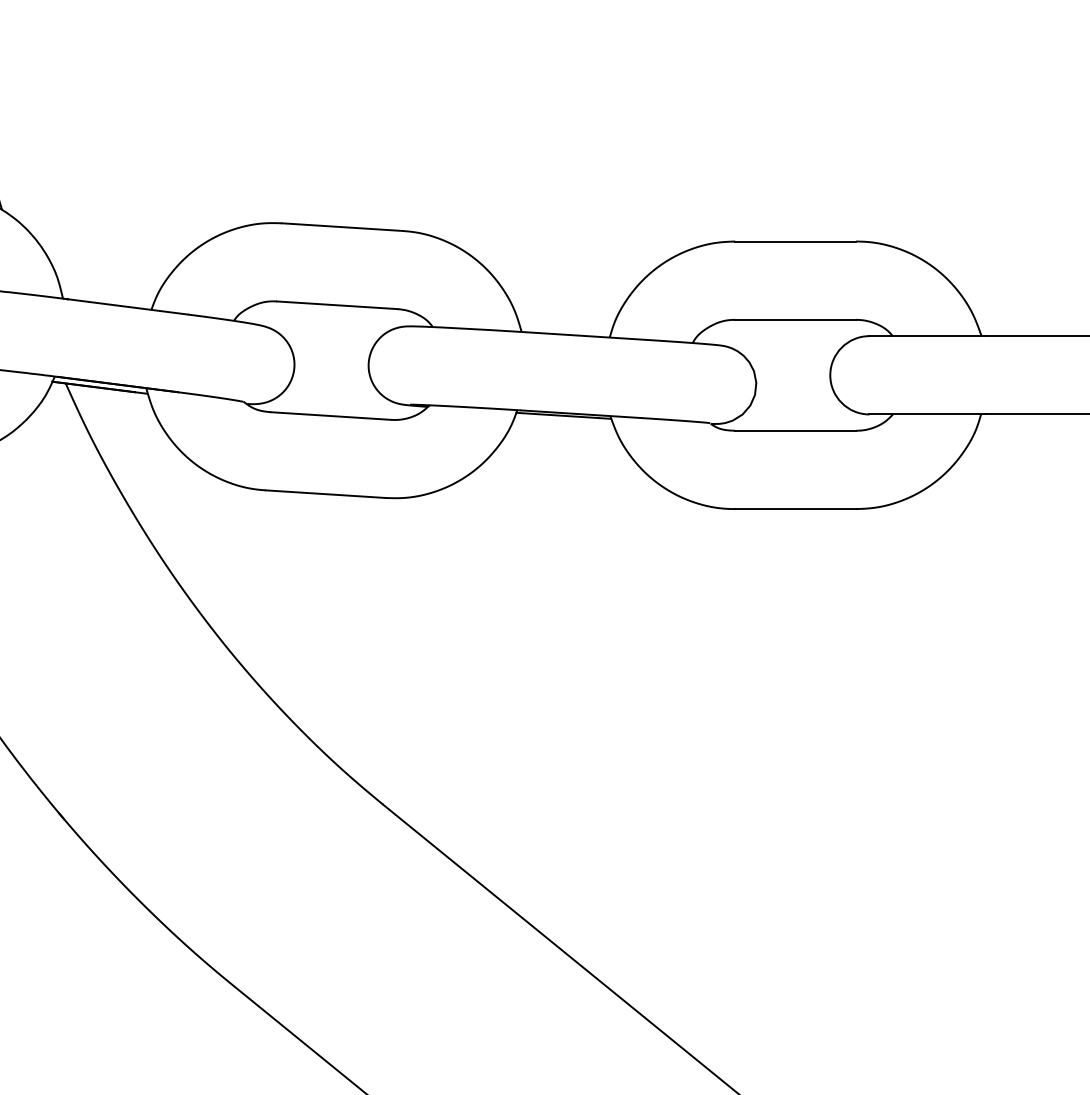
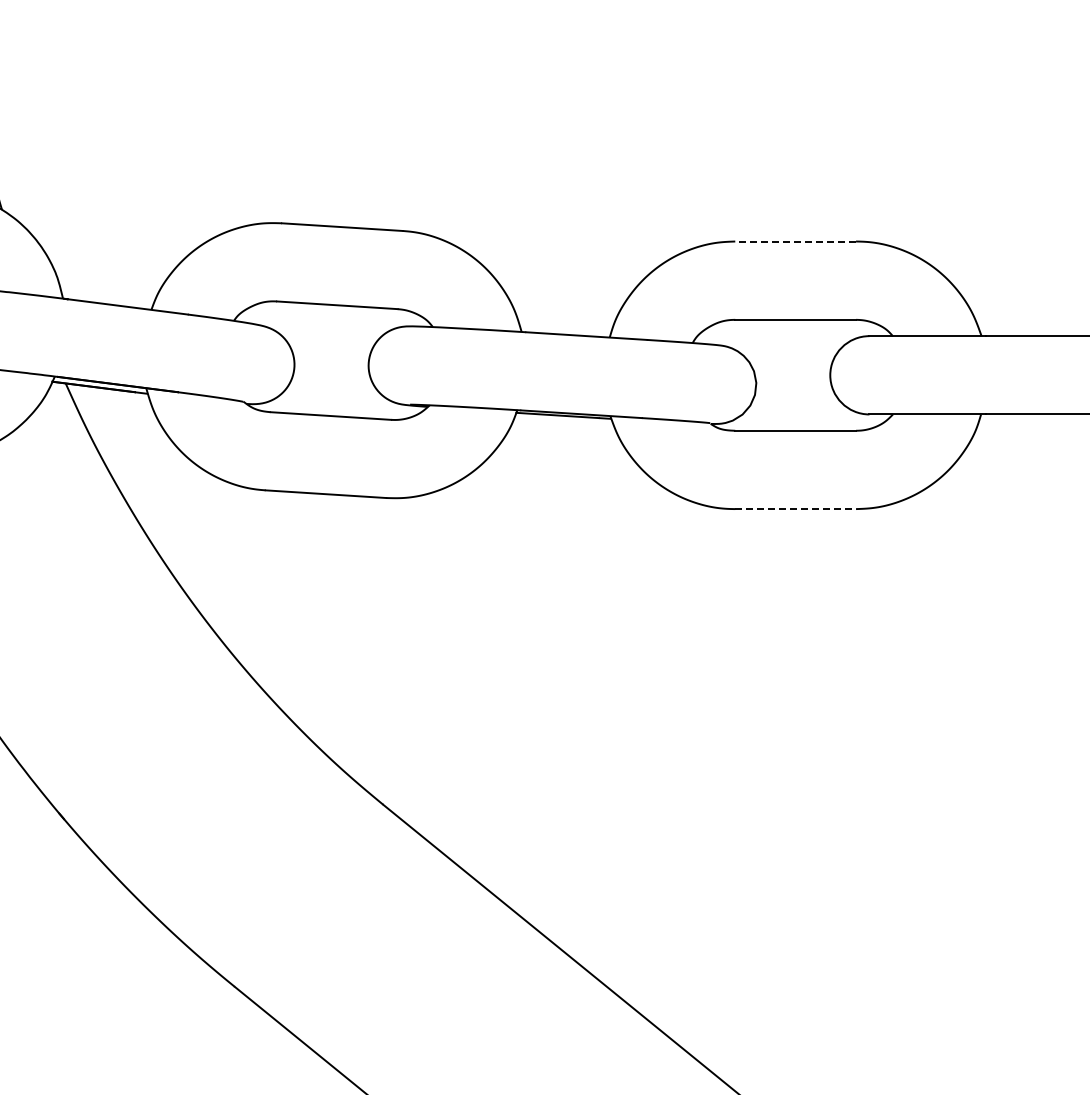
line at (795, 241): solid -> dashed
line at (796, 509): solid -> dashed
